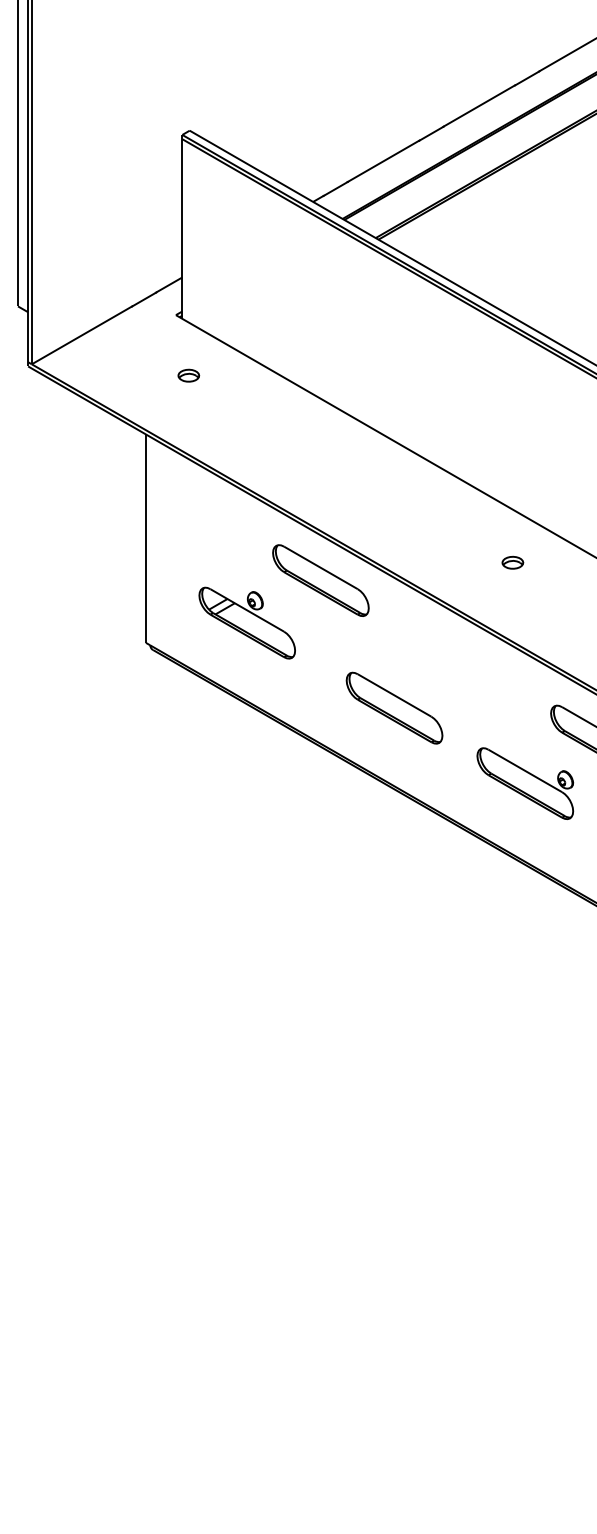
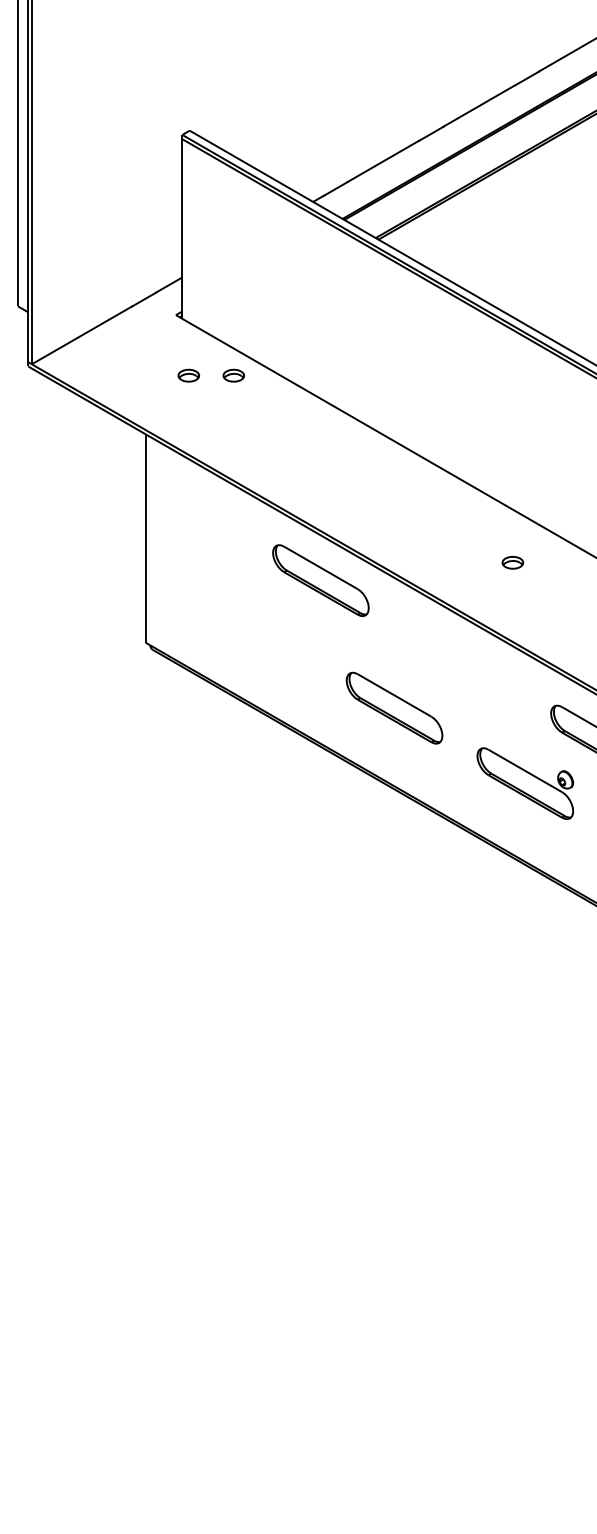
part at (233, 375): none -> present
part at (246, 622): present -> none
